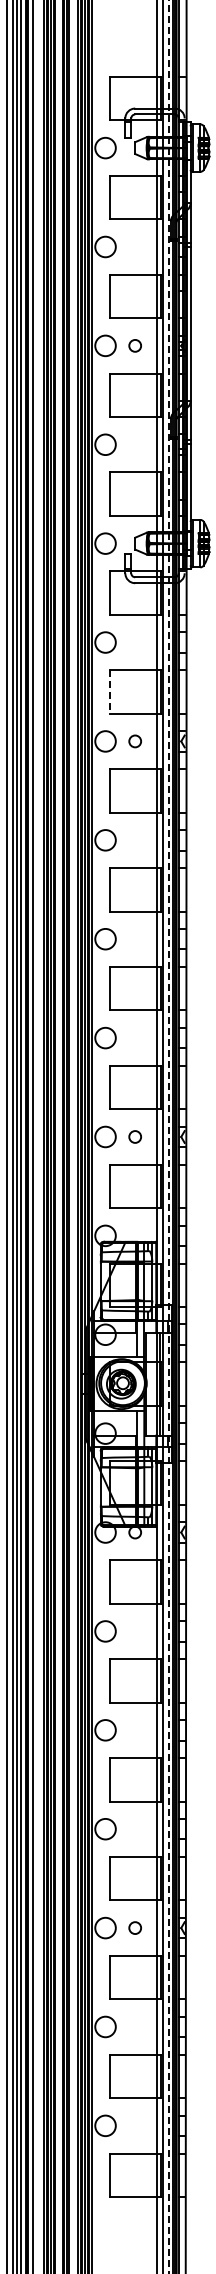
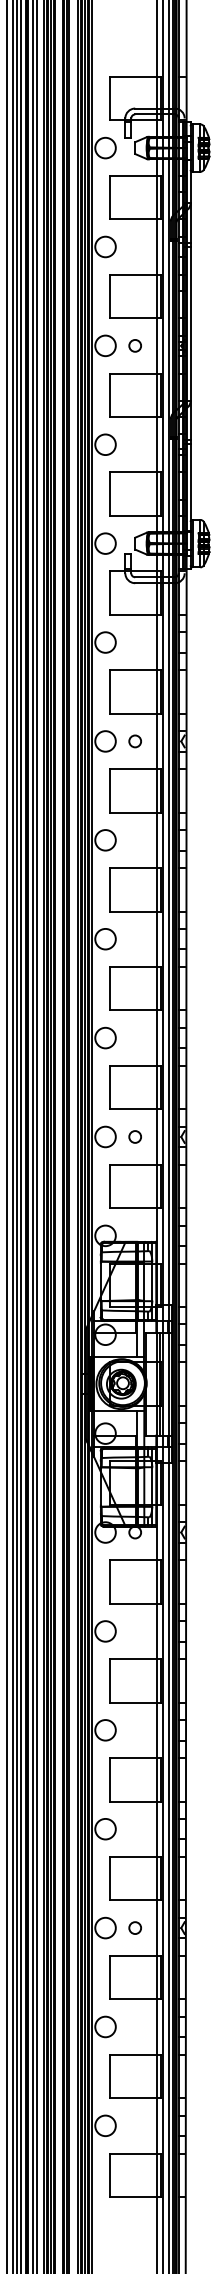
line at (109, 692): dashed -> solid
line at (37, 1136): none -> present
line at (168, 1137): dashed -> solid
